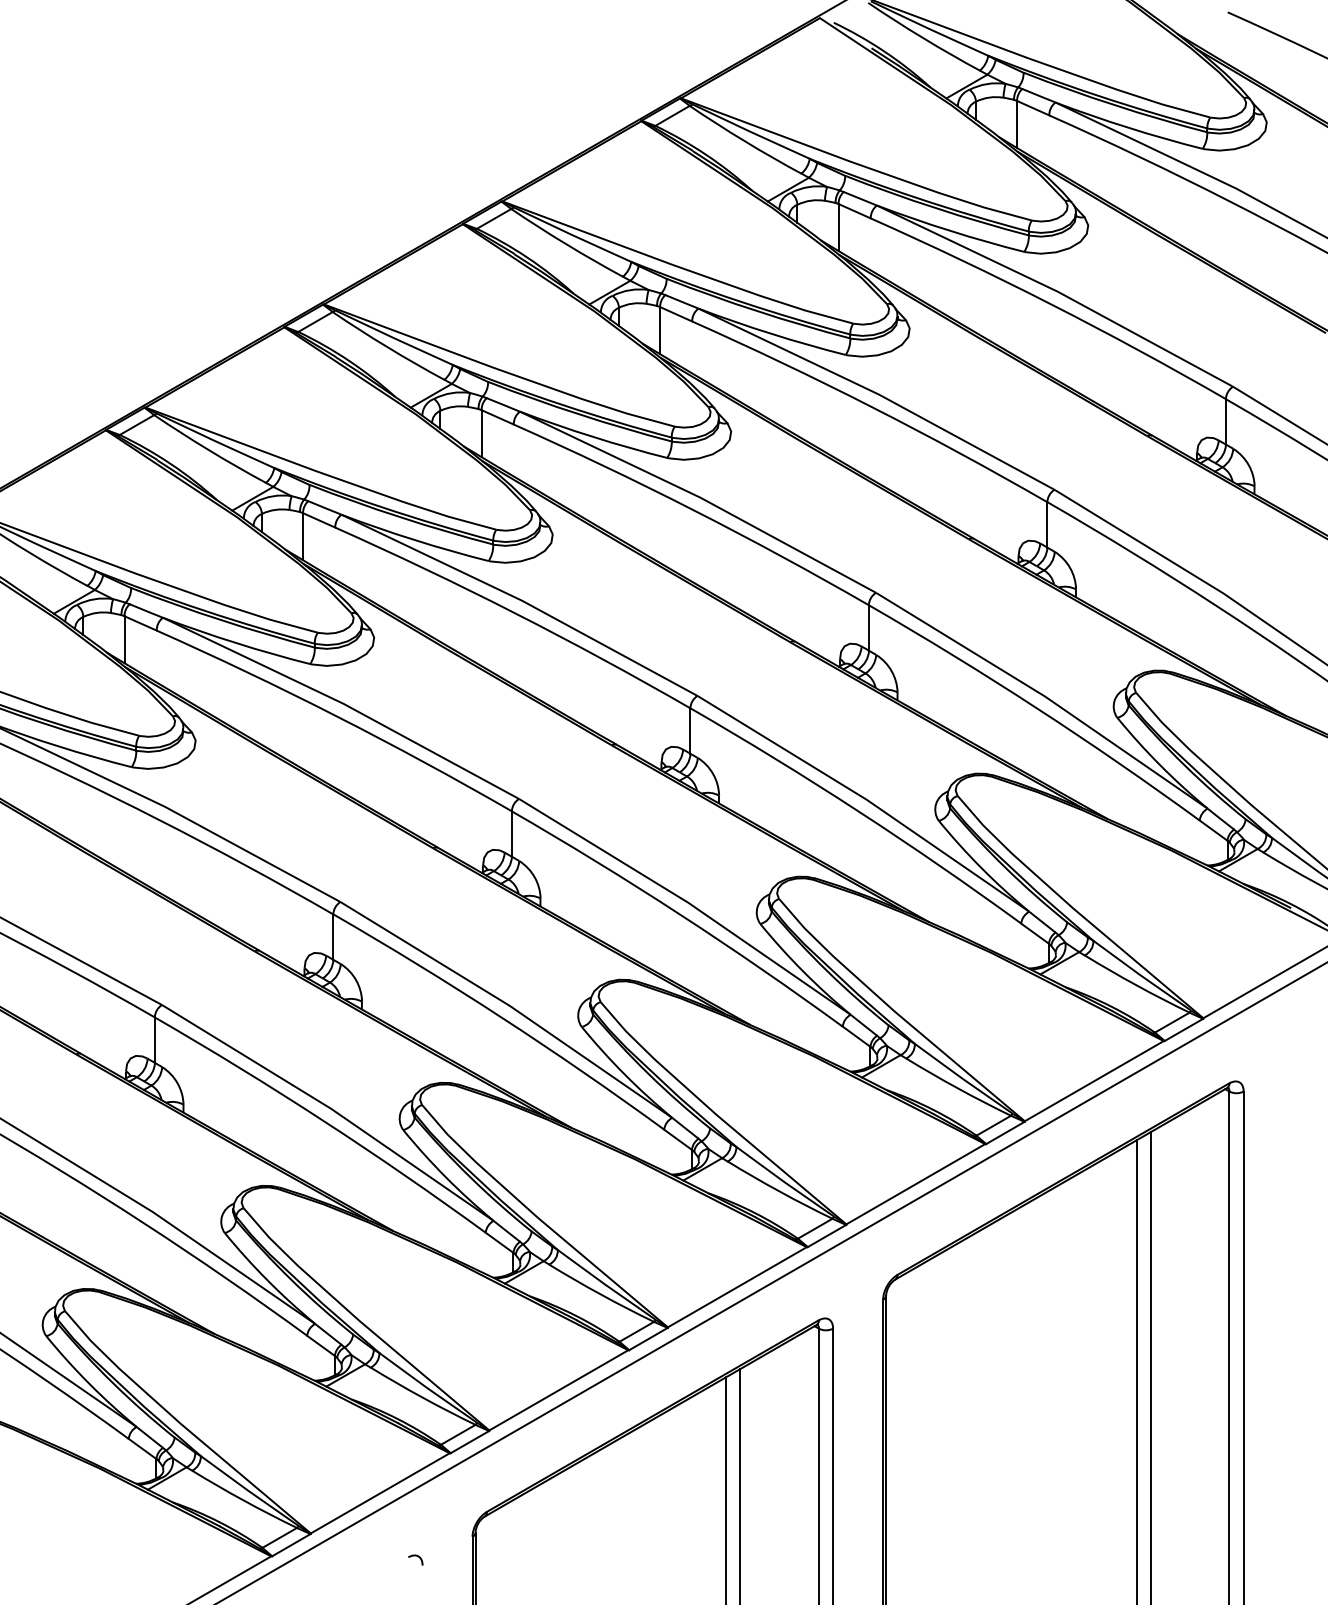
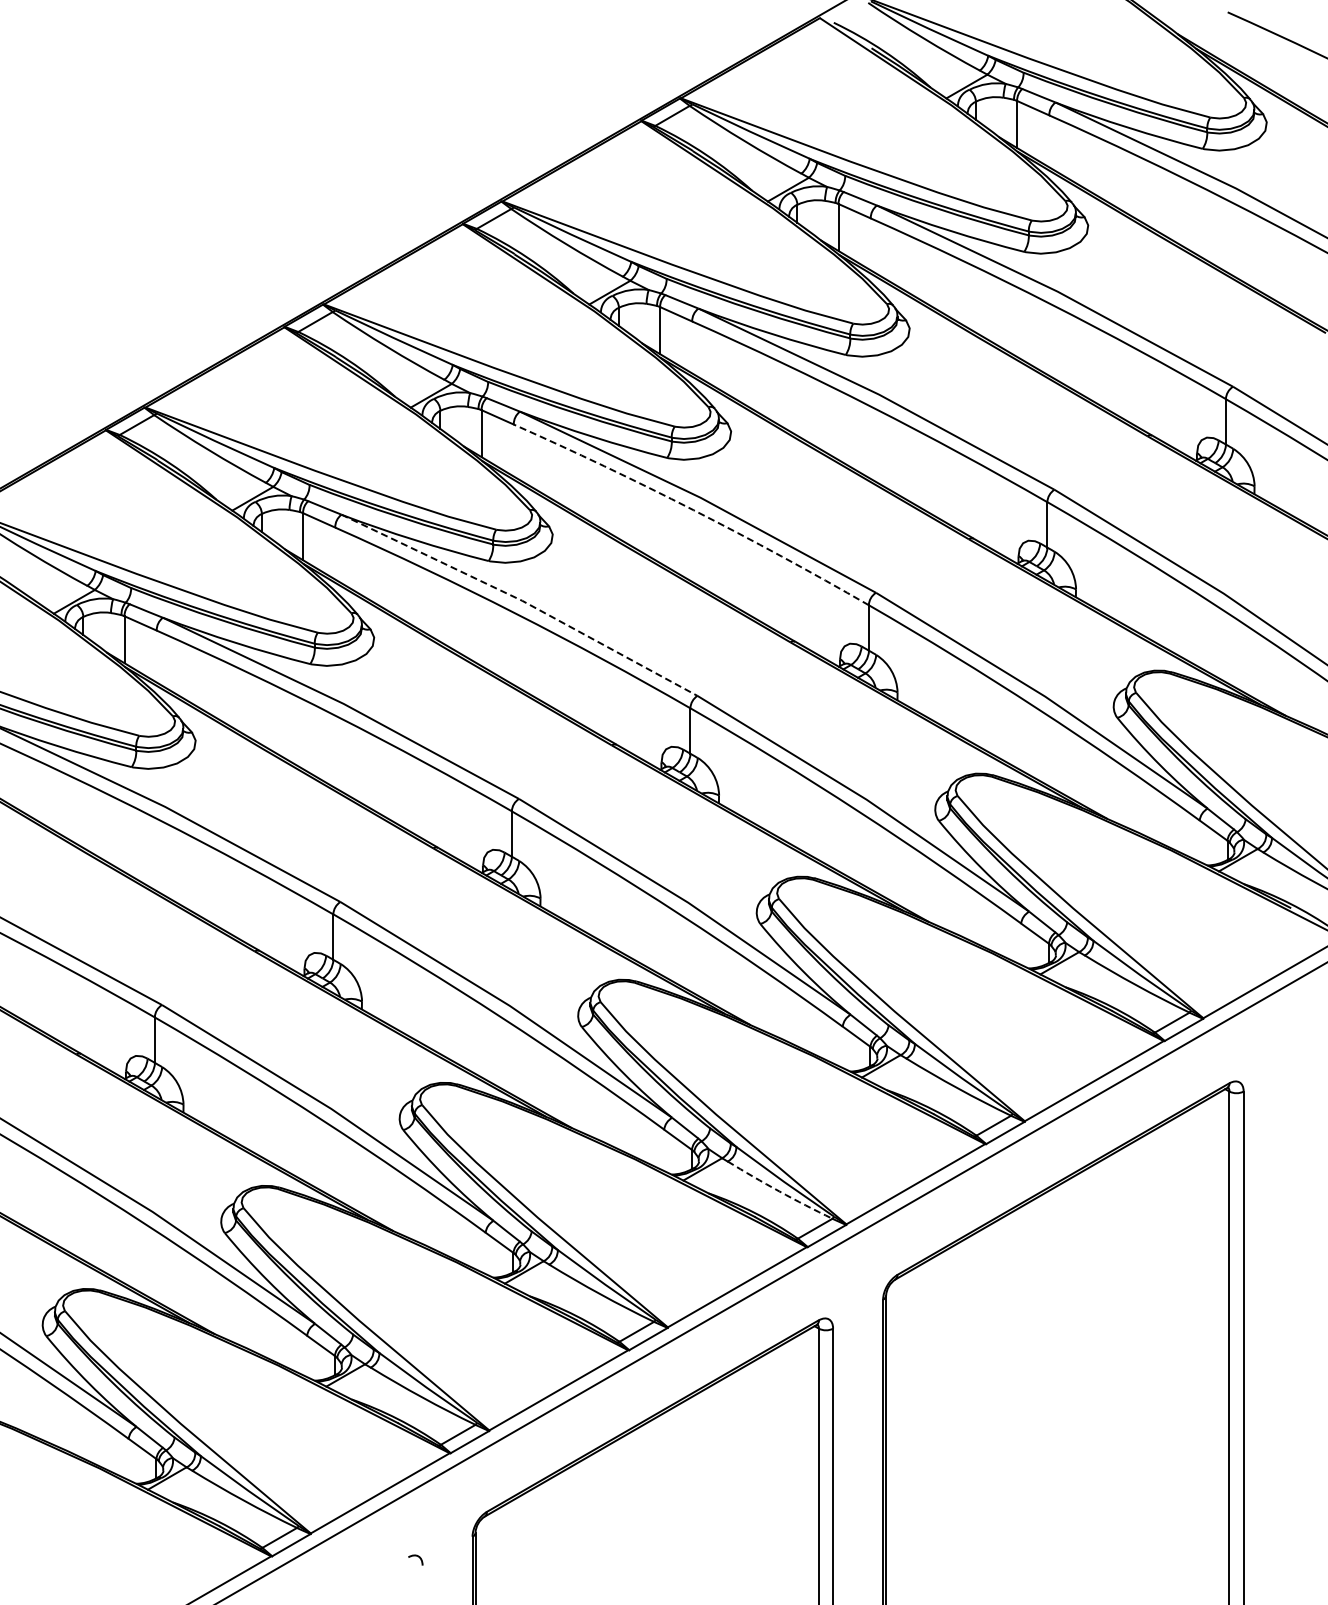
arc at (693, 510): solid -> dashed
line at (522, 600): solid -> dashed
arc at (779, 1191): solid -> dashed
line at (1150, 1366): present -> none
line at (1136, 1370): present -> none
line at (740, 1485): present -> none
line at (726, 1489): present -> none
